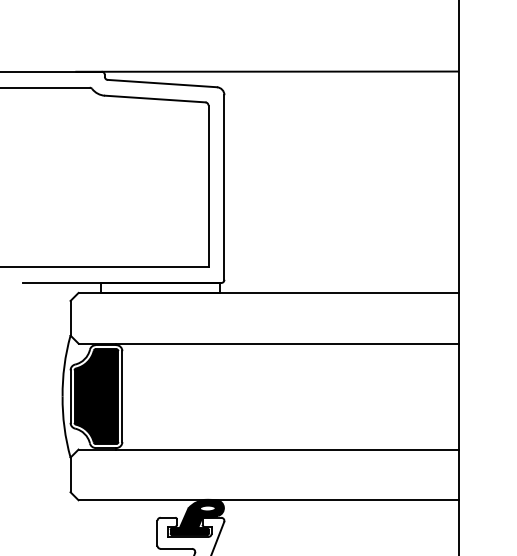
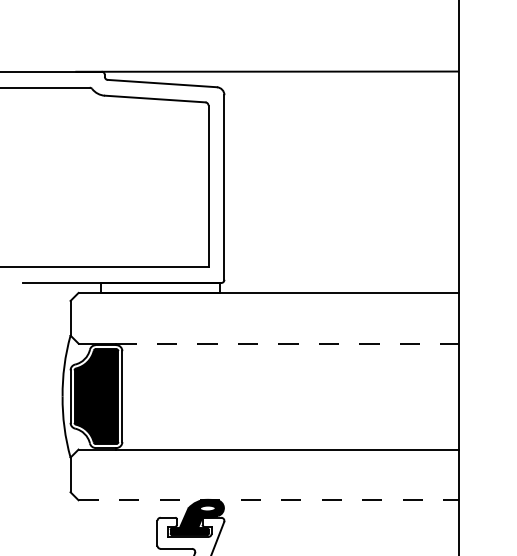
line at (288, 343): solid -> dashed
line at (269, 500): solid -> dashed
